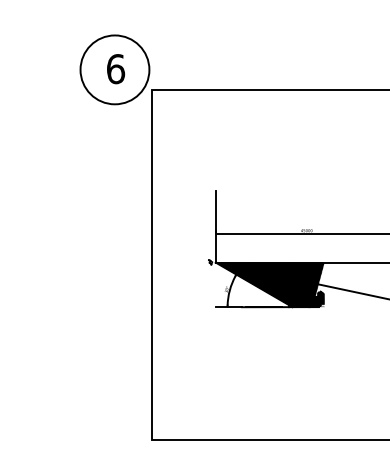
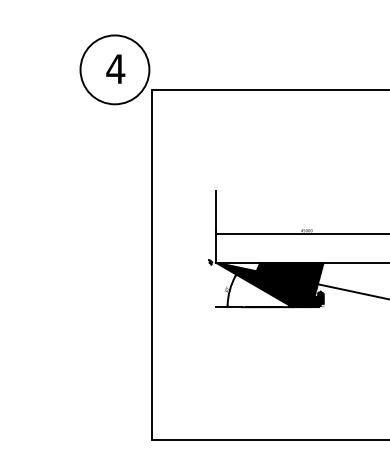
text at (115, 69): 6 -> 4
hatch at (237, 266): present -> none
